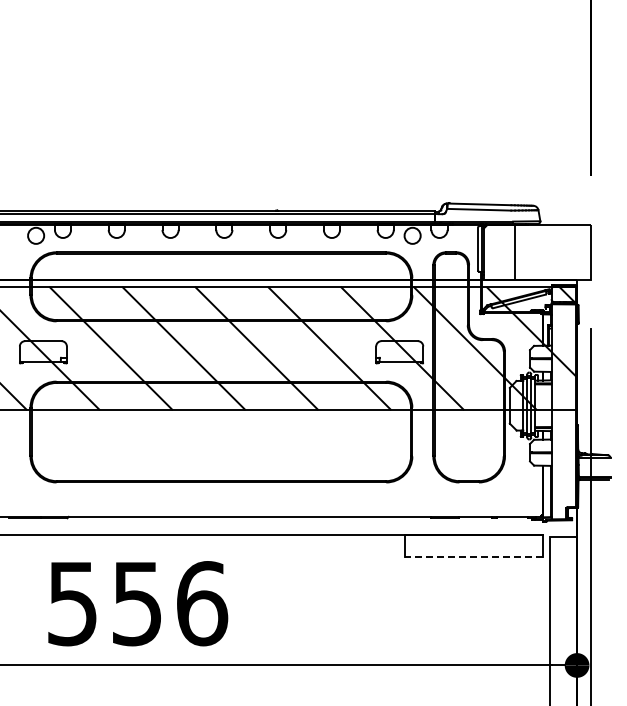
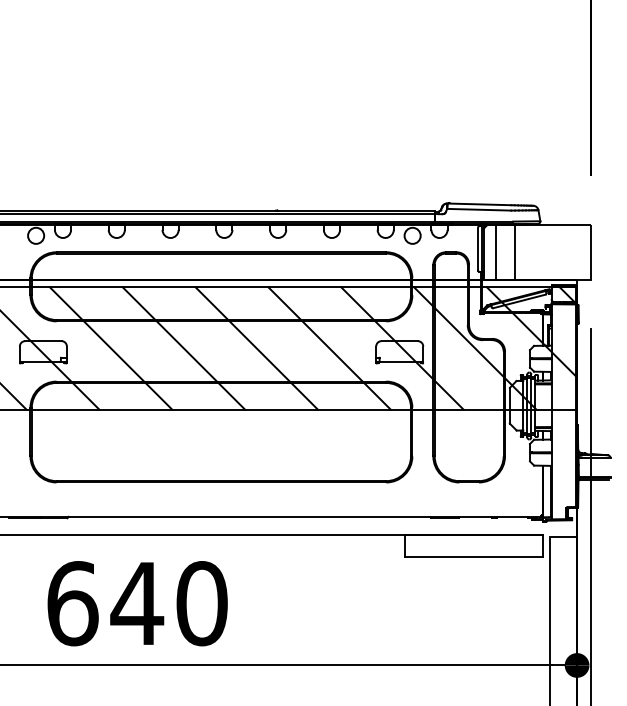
line at (496, 251): none -> present
line at (474, 557): dashed -> solid
text at (137, 603): 556 -> 640
